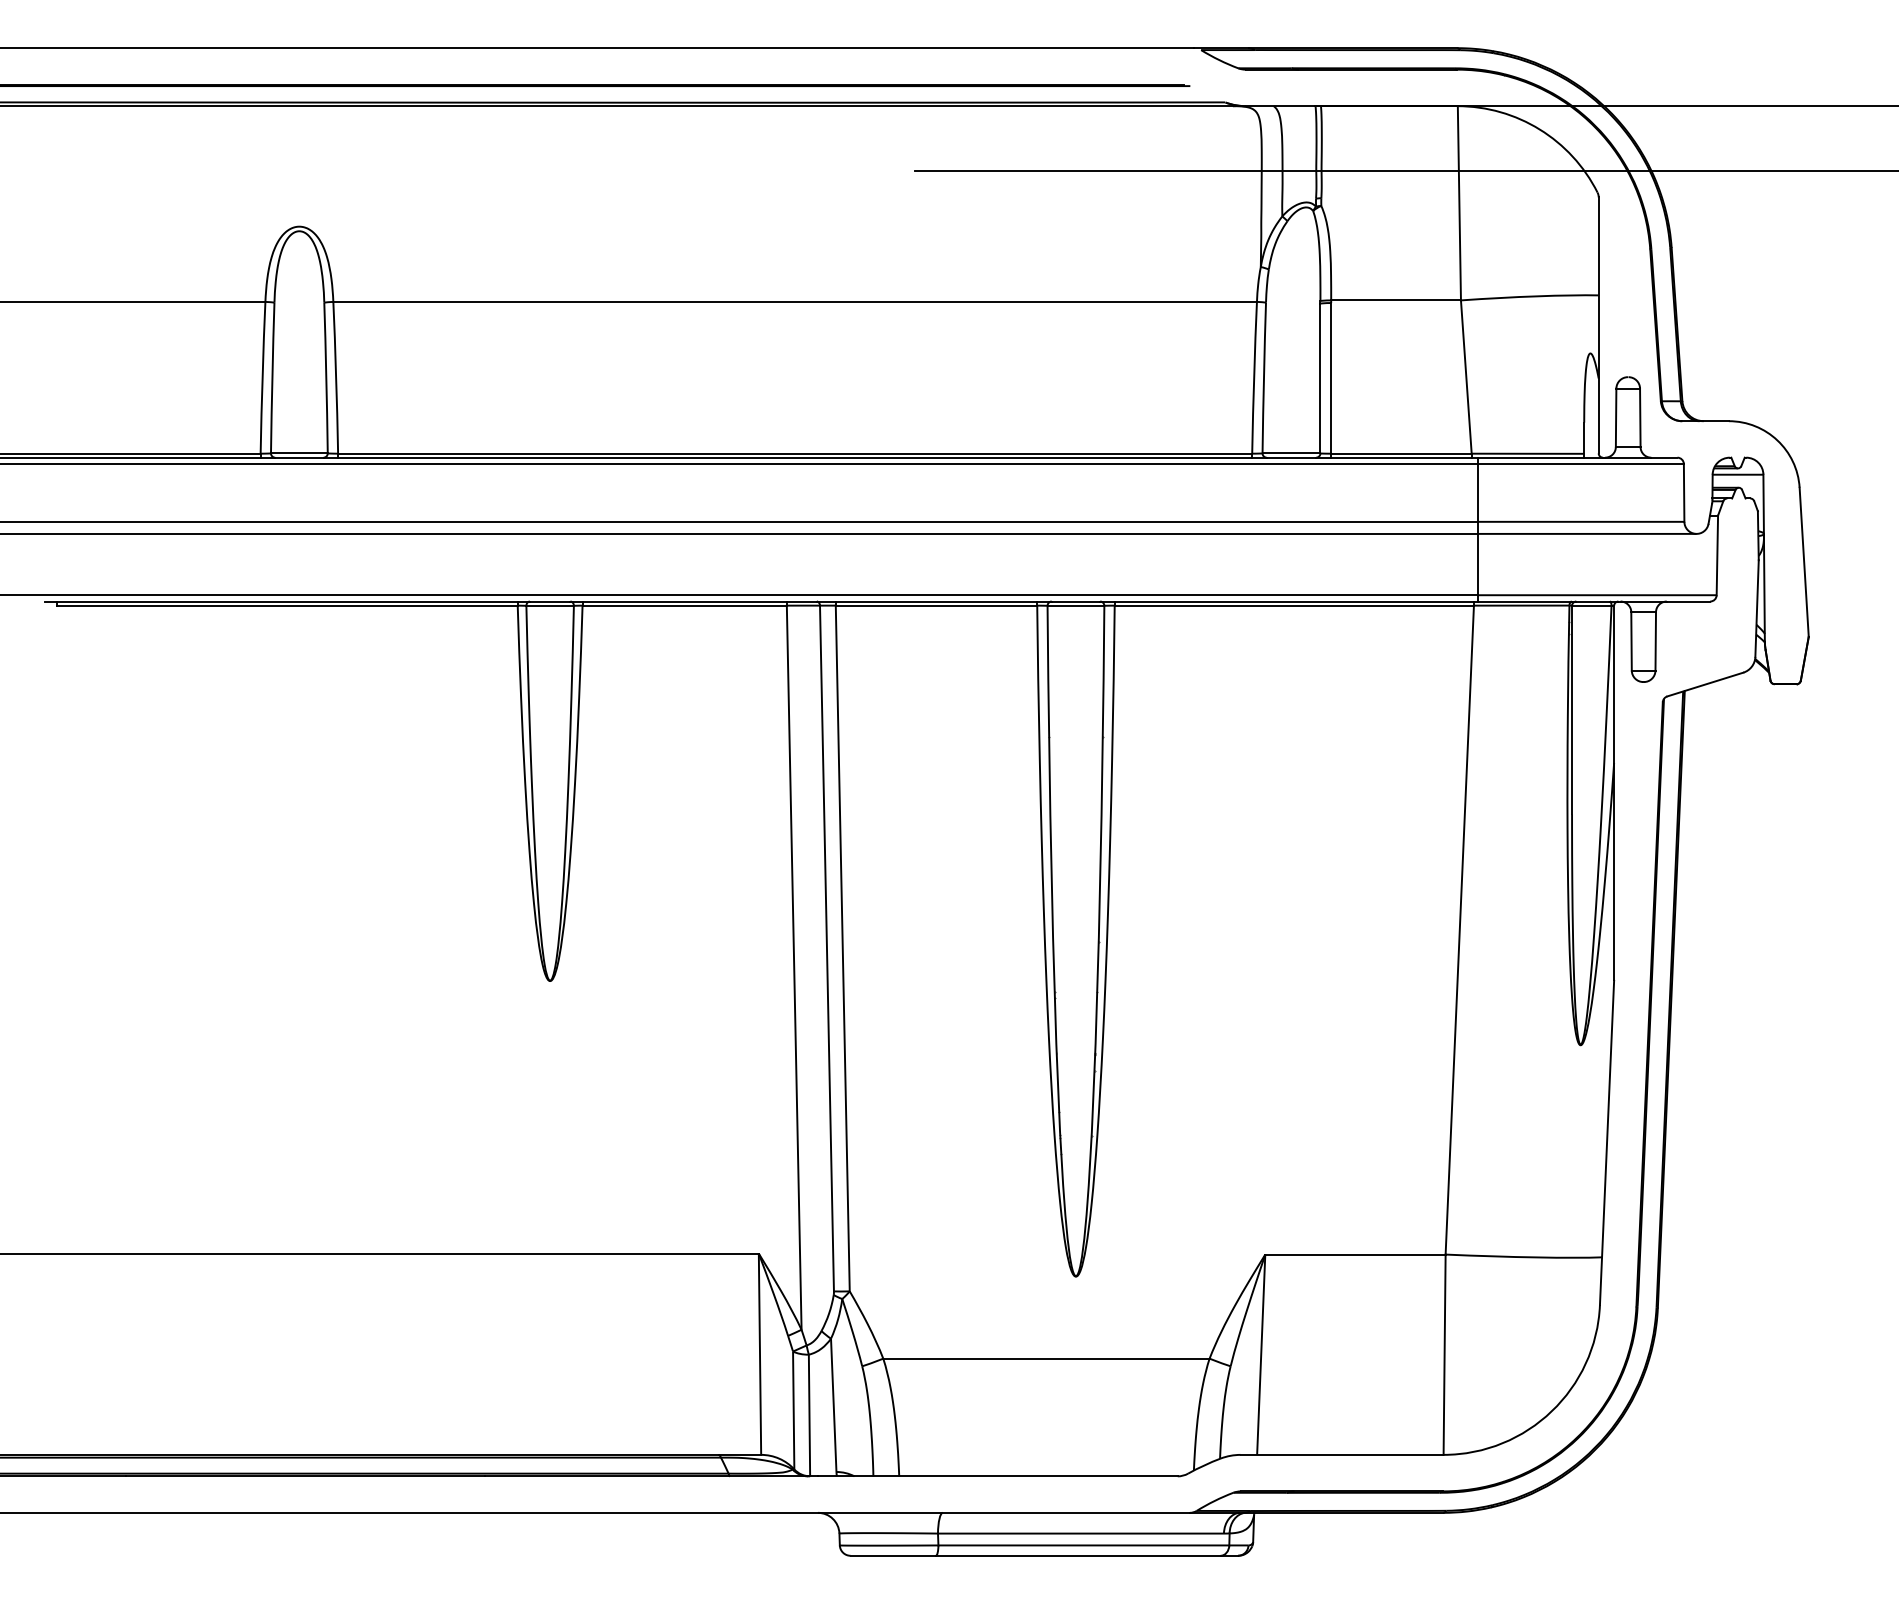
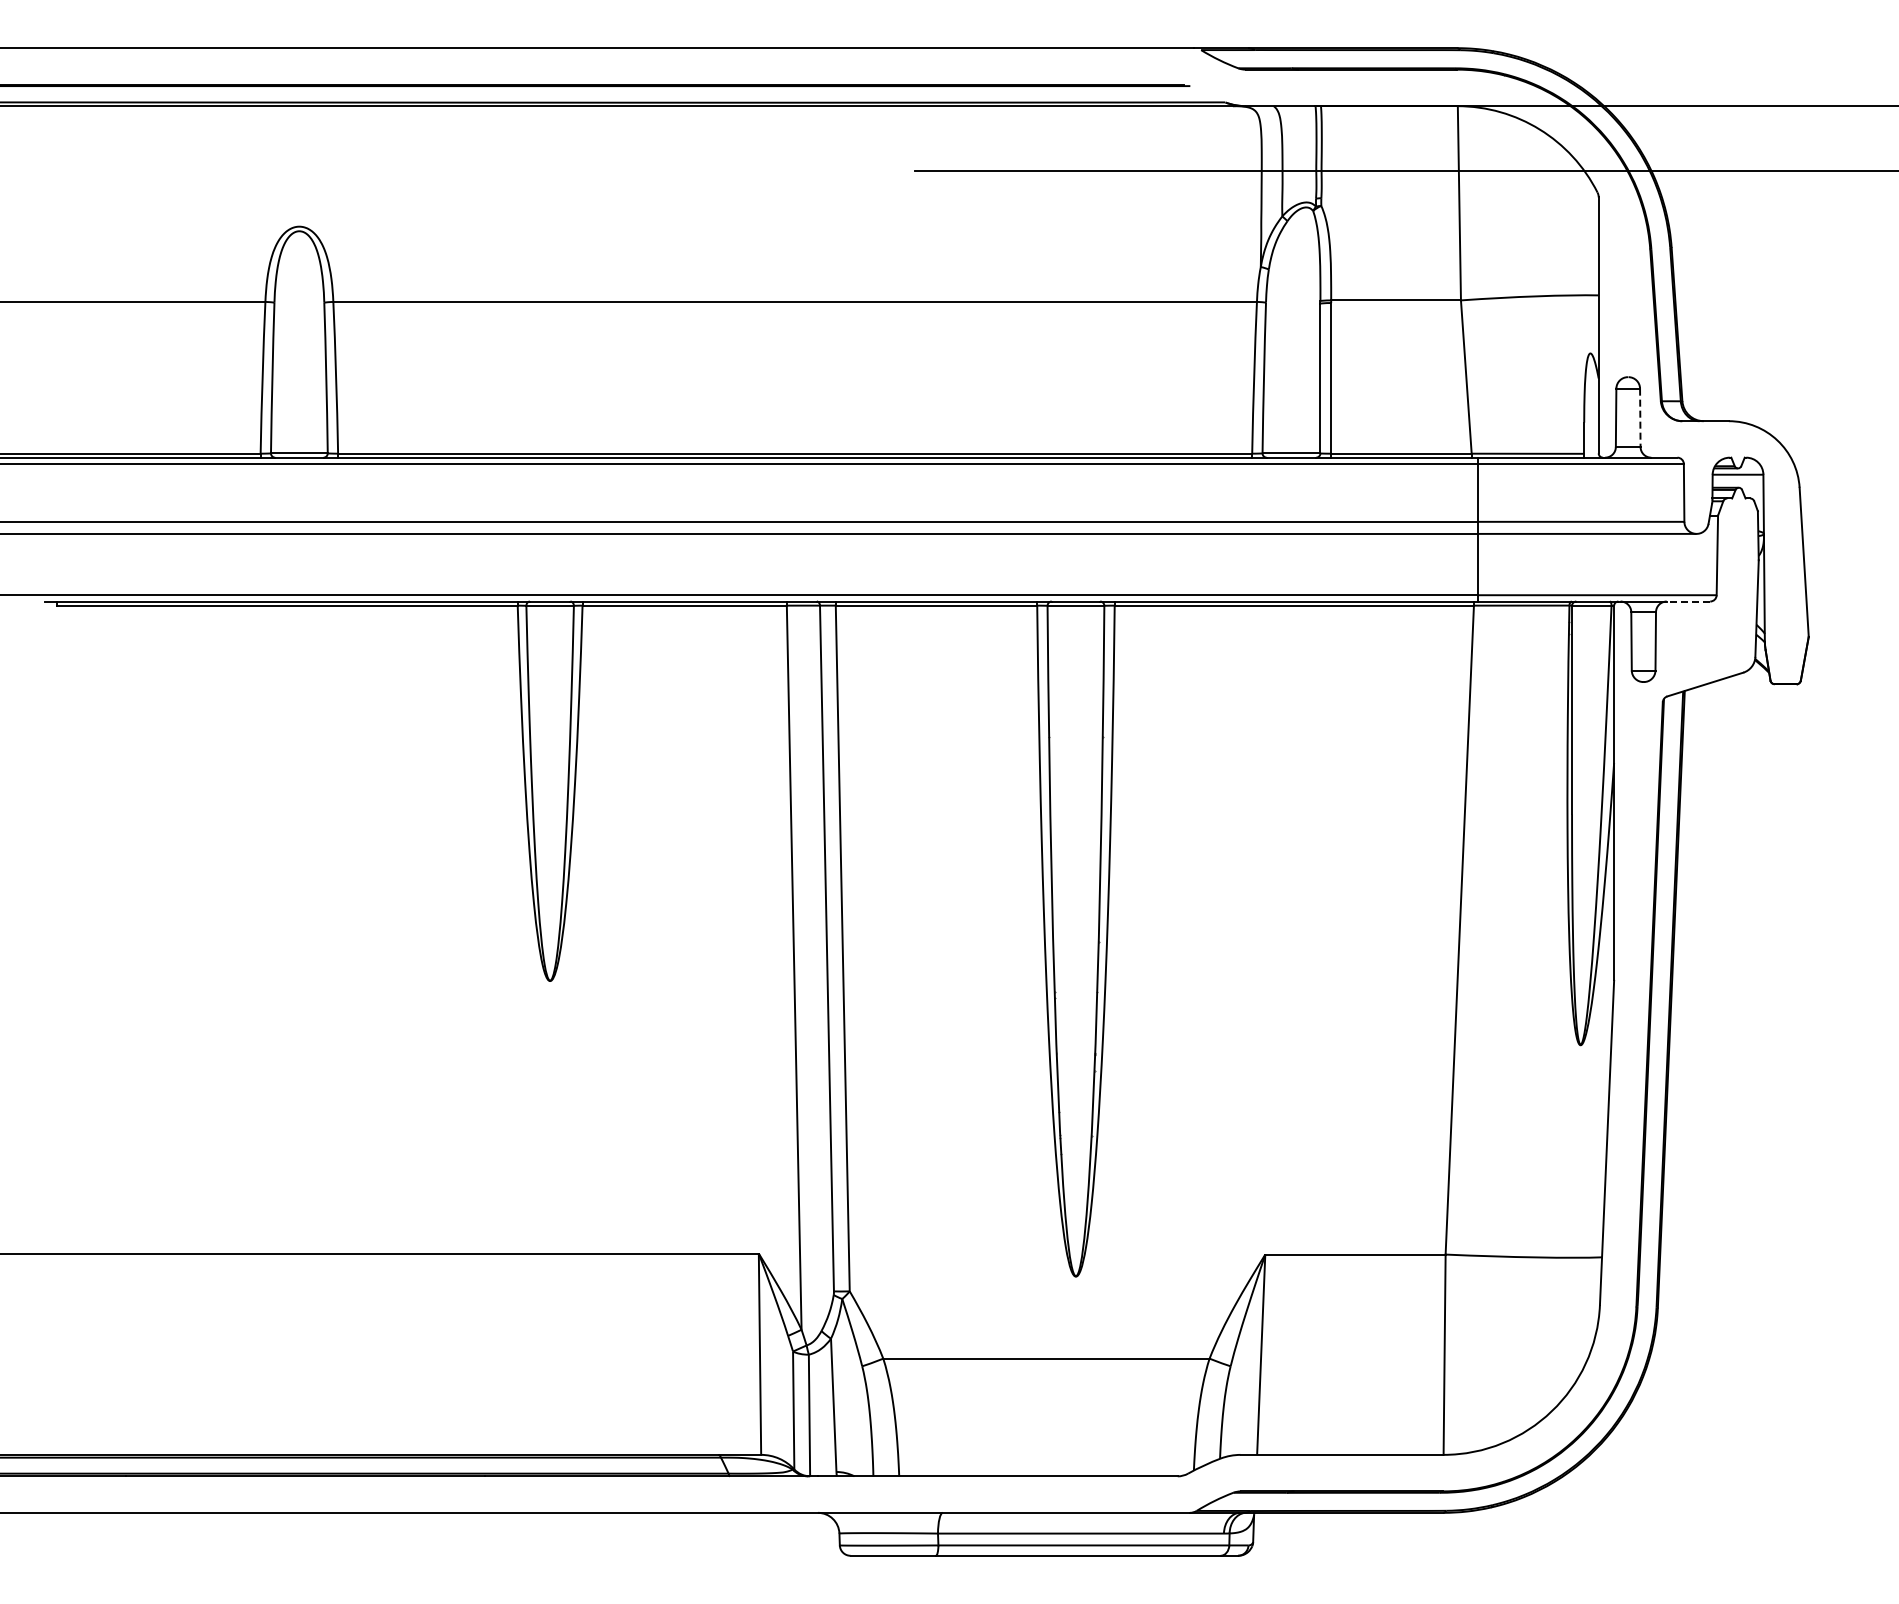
line at (1640, 418): solid -> dashed
line at (1688, 601): solid -> dashed
